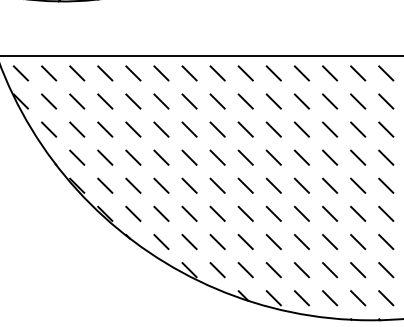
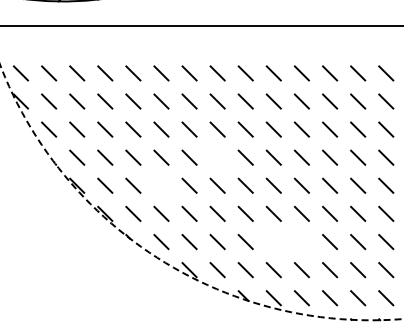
line at (201, 56) position: (201, 56) -> (201, 26)
line at (217, 157): present -> none
line at (161, 185): present -> none
circle at (201, 192): solid -> dashed
line at (301, 241): present -> none
line at (273, 242): present -> none
